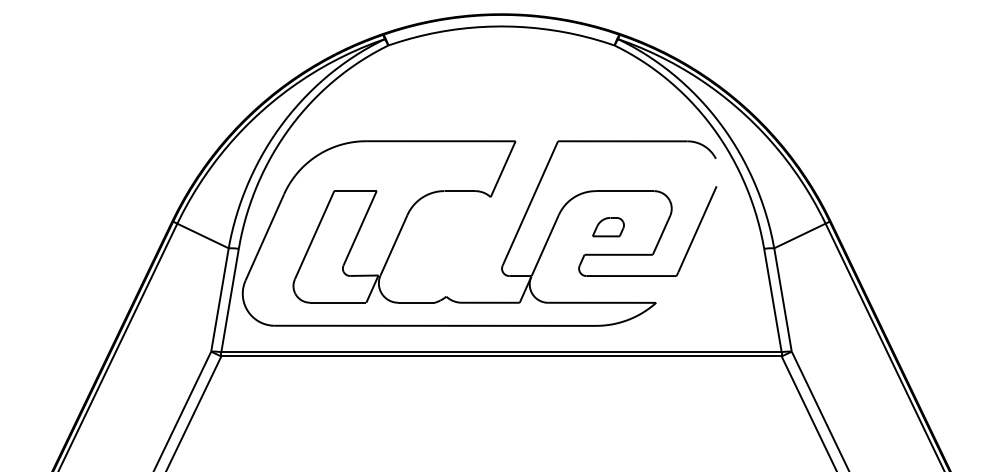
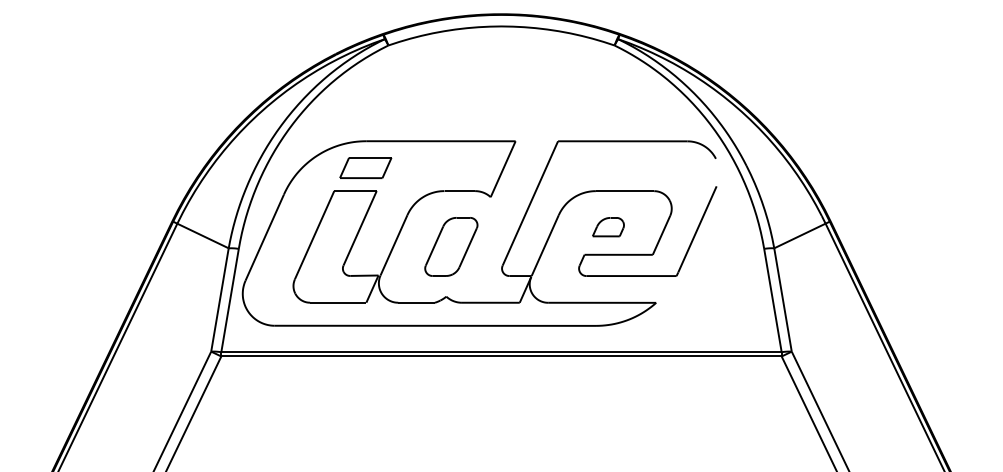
part at (365, 167): none -> present
part at (451, 246): none -> present
